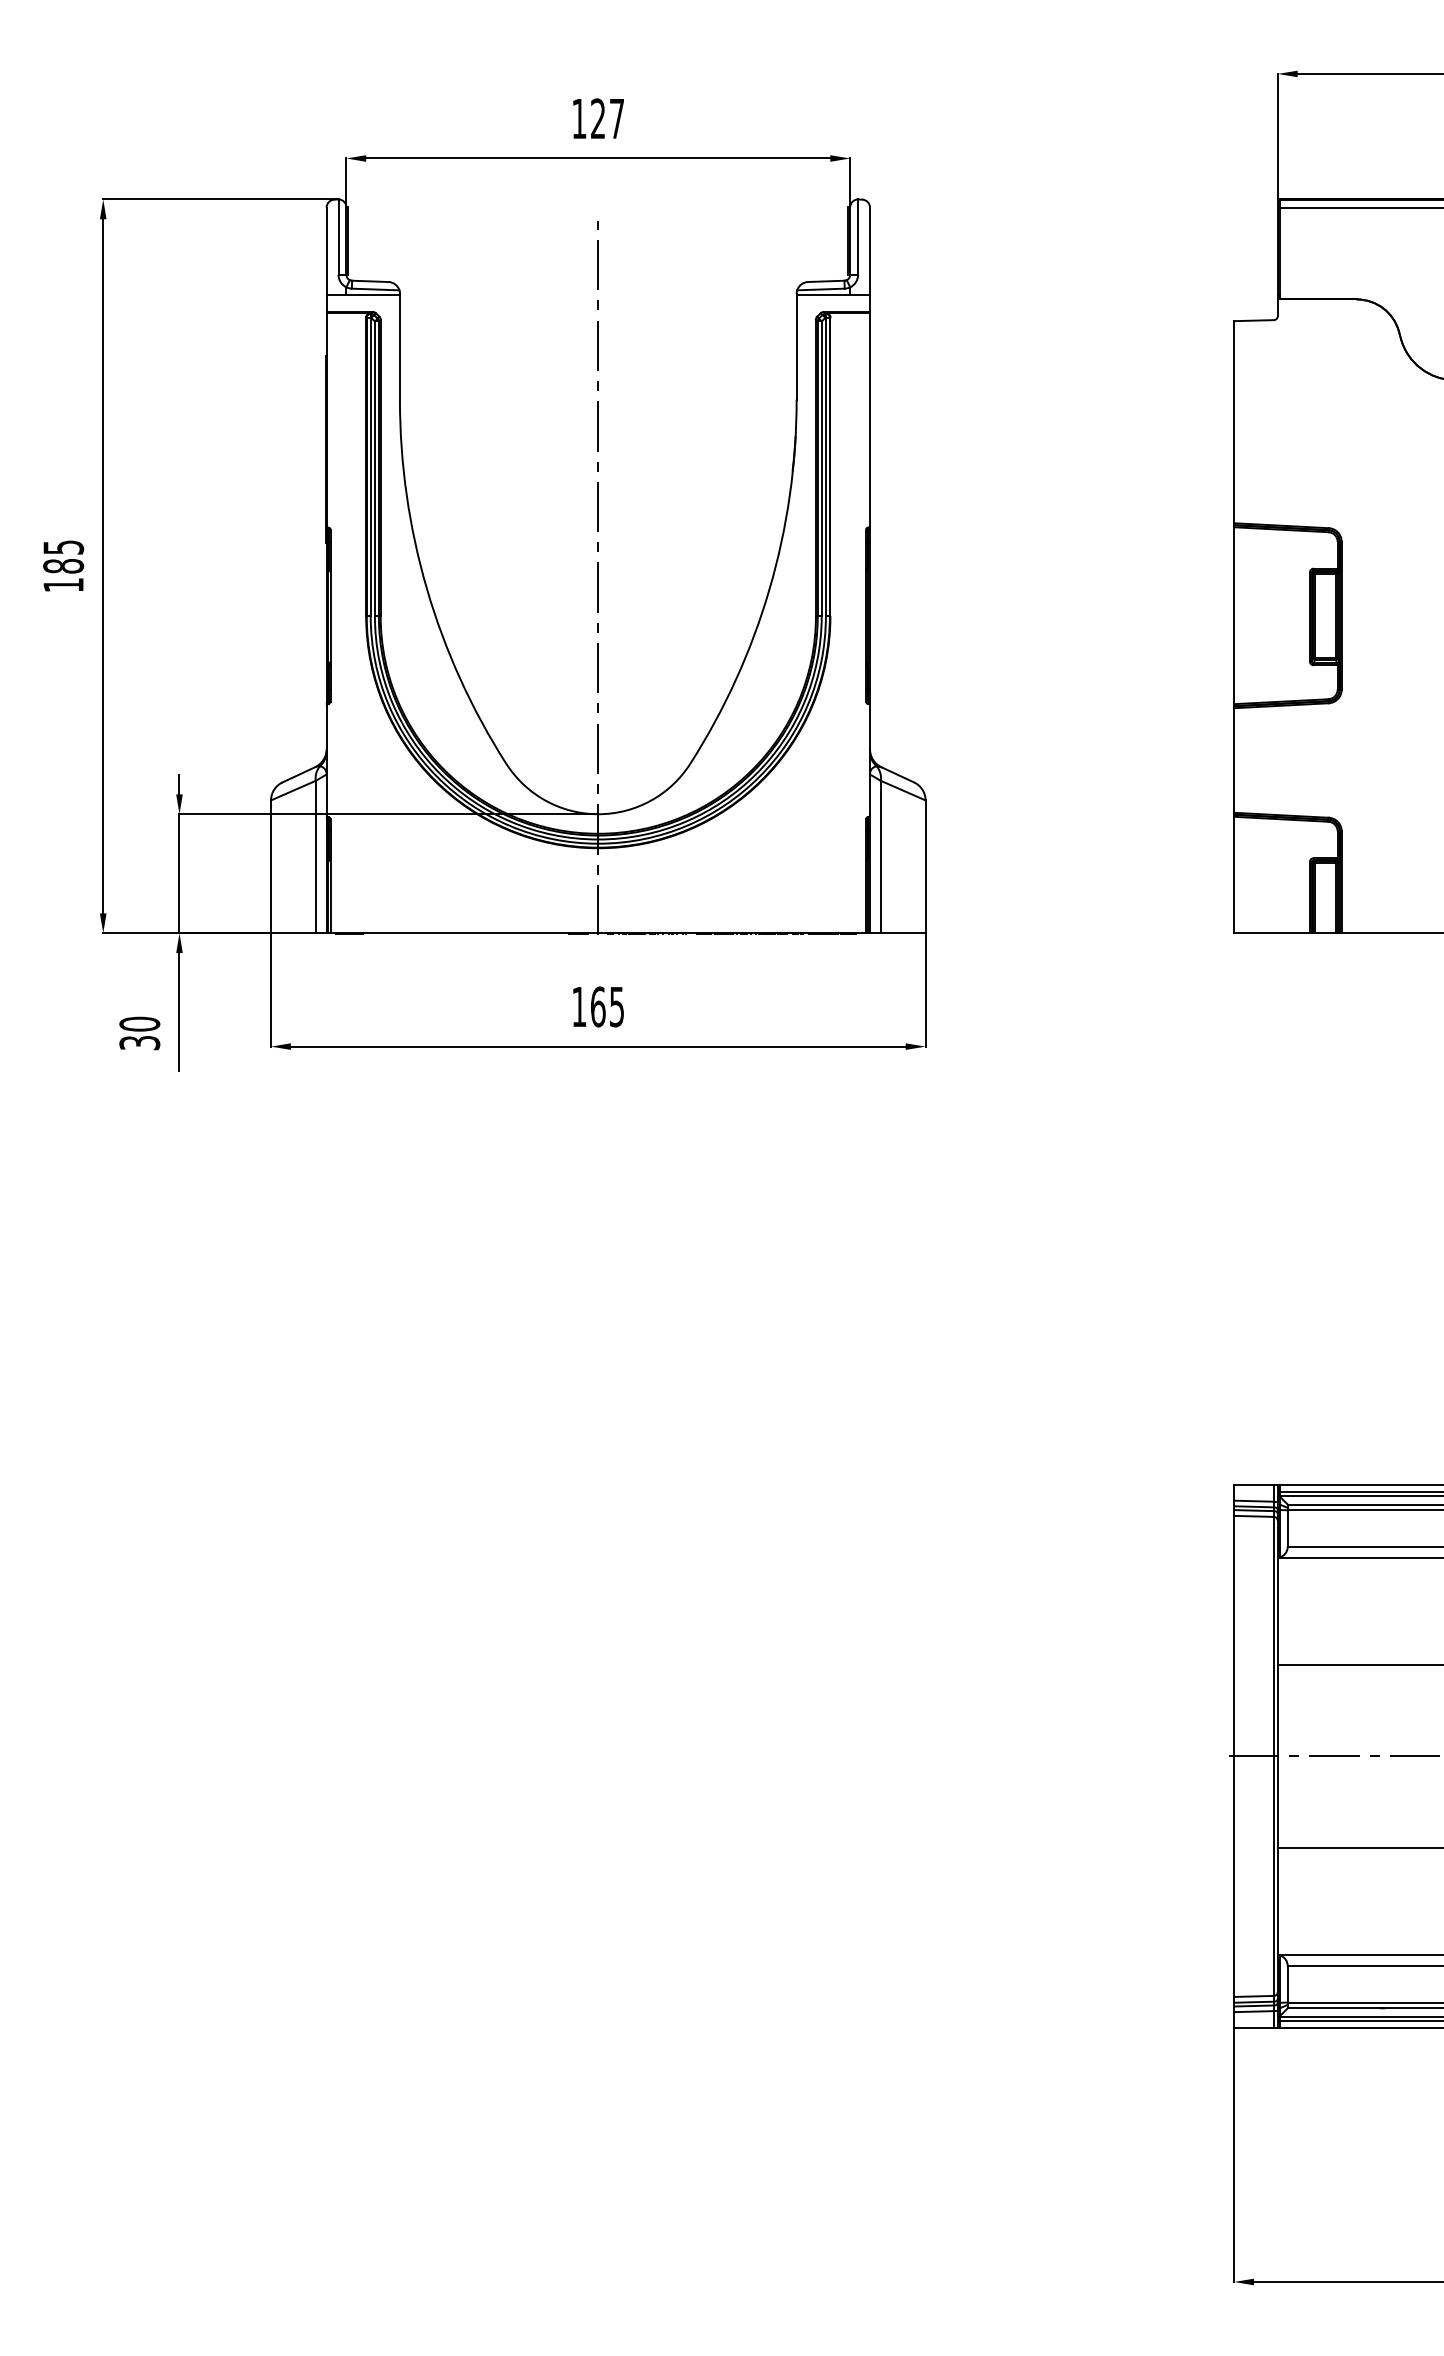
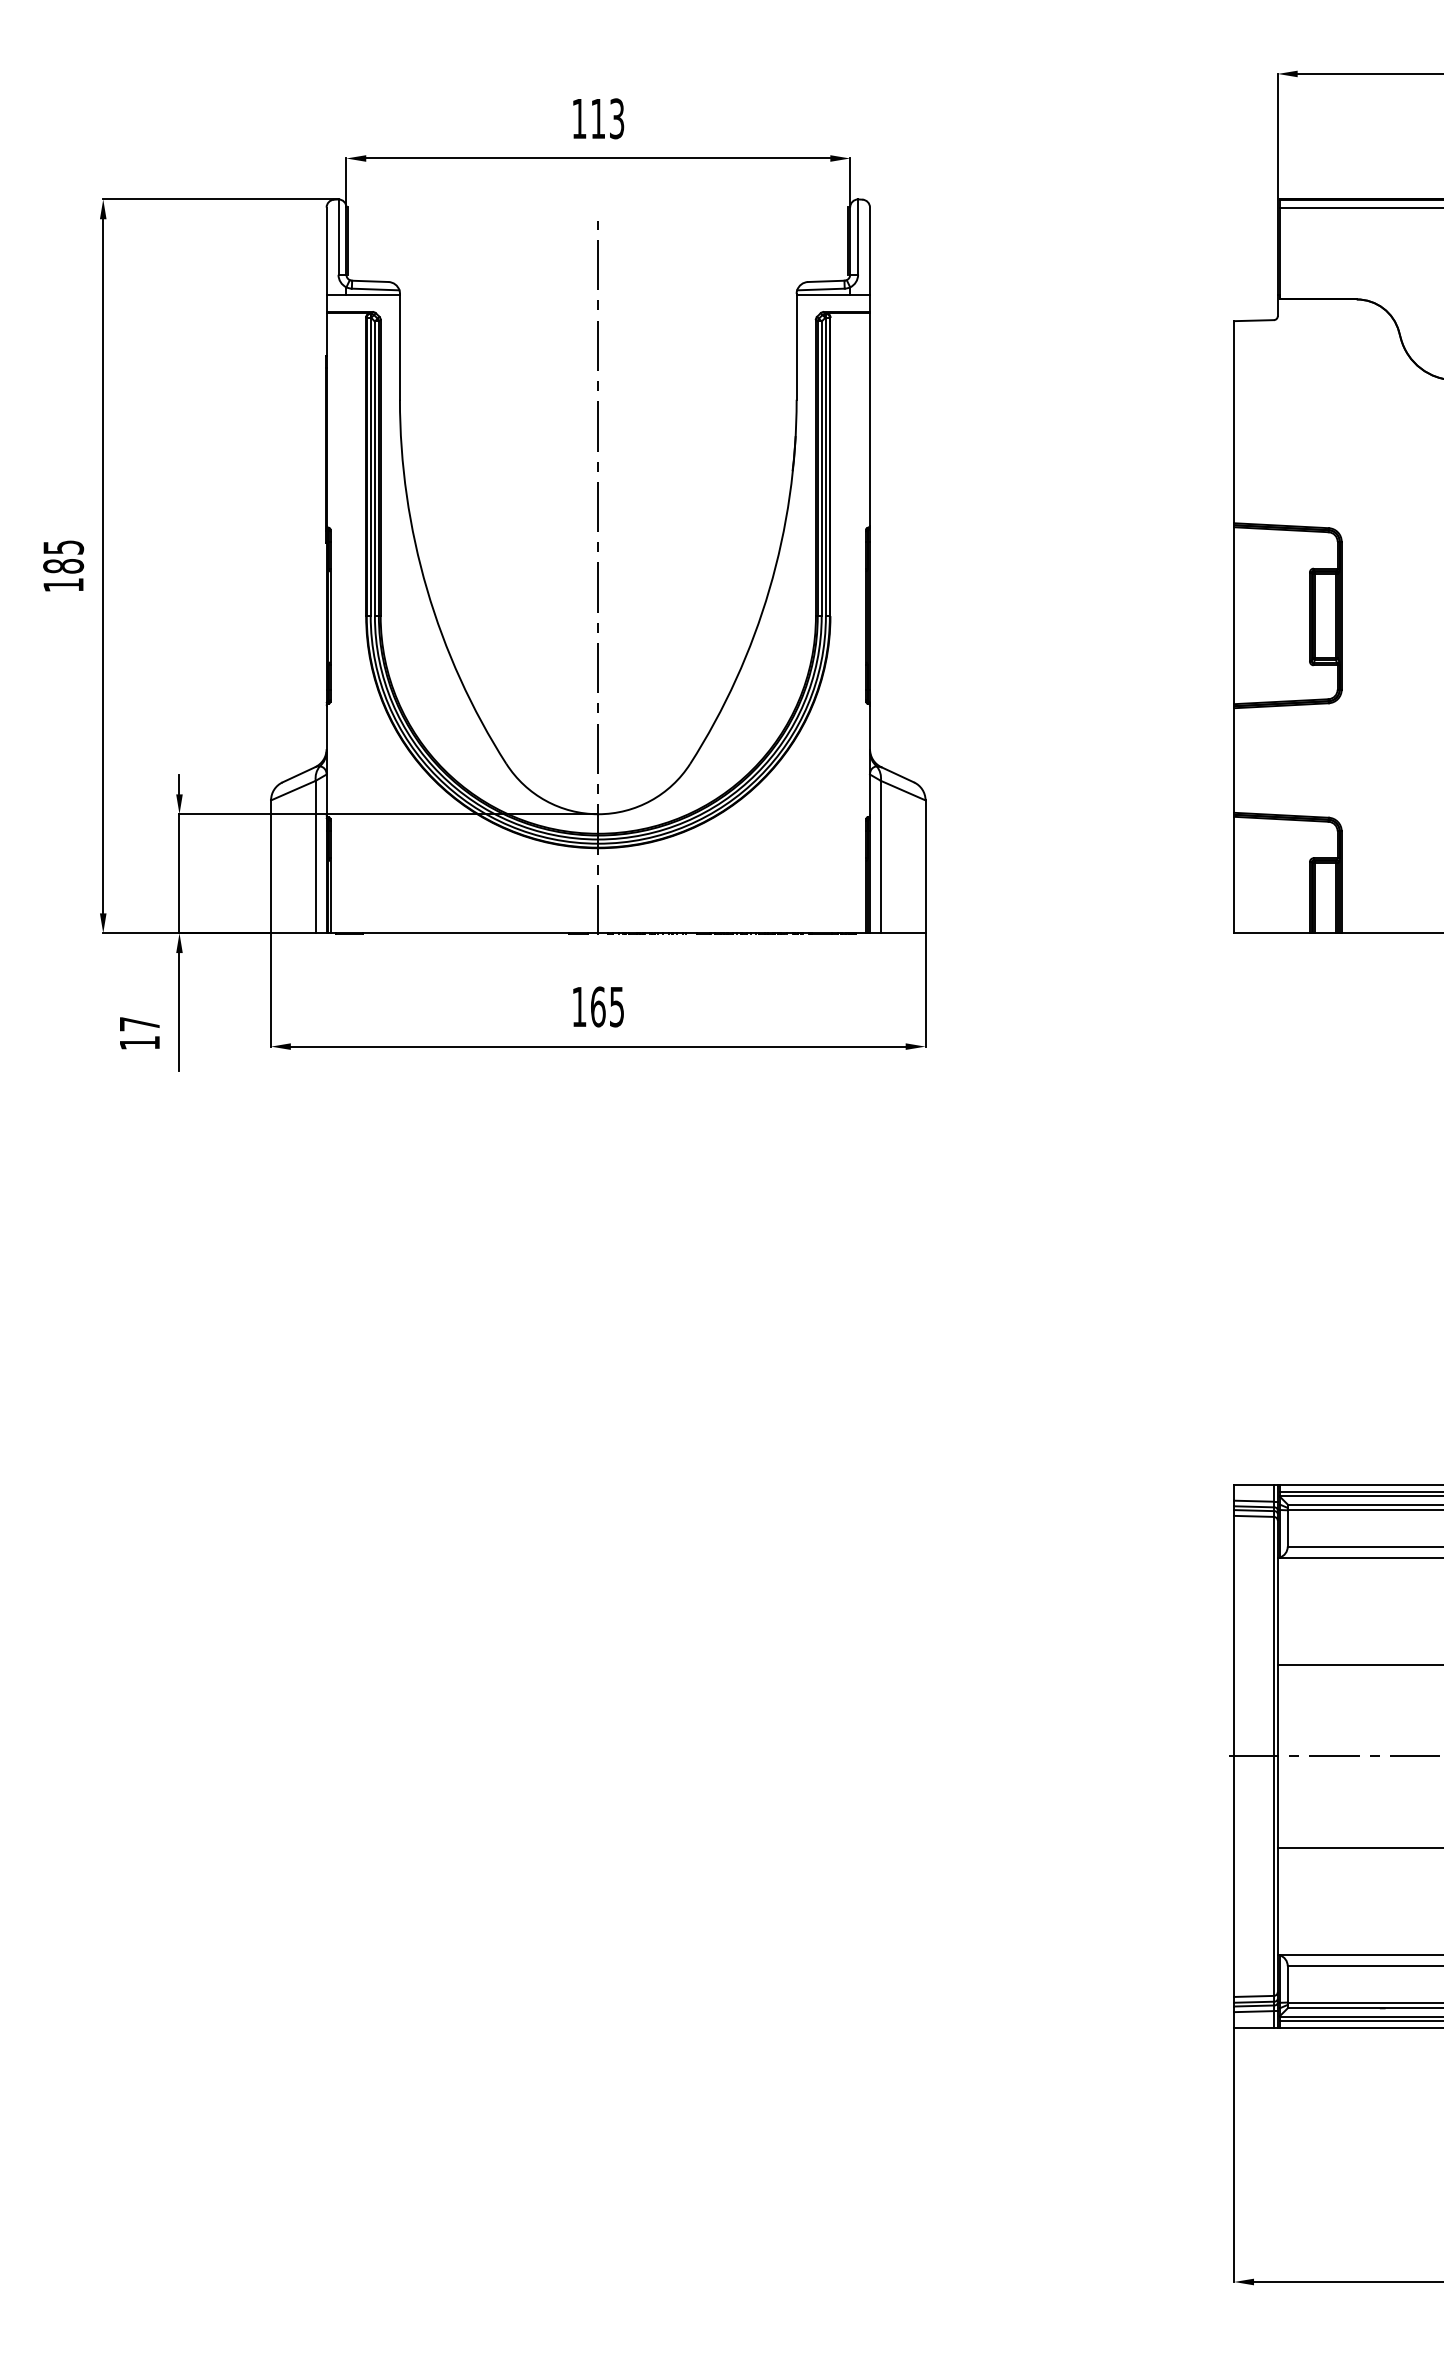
text at (607, 118): 127 -> 113
text at (139, 1033): 30 -> 17
